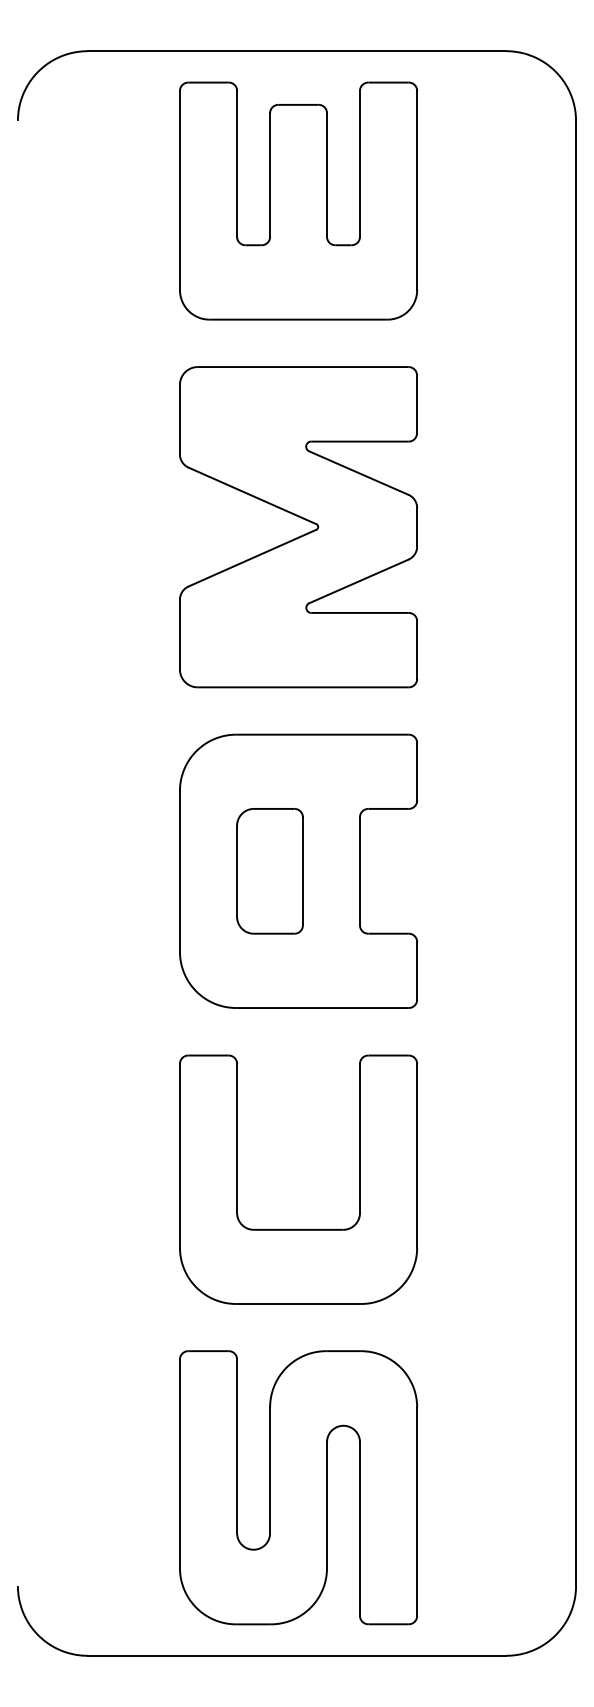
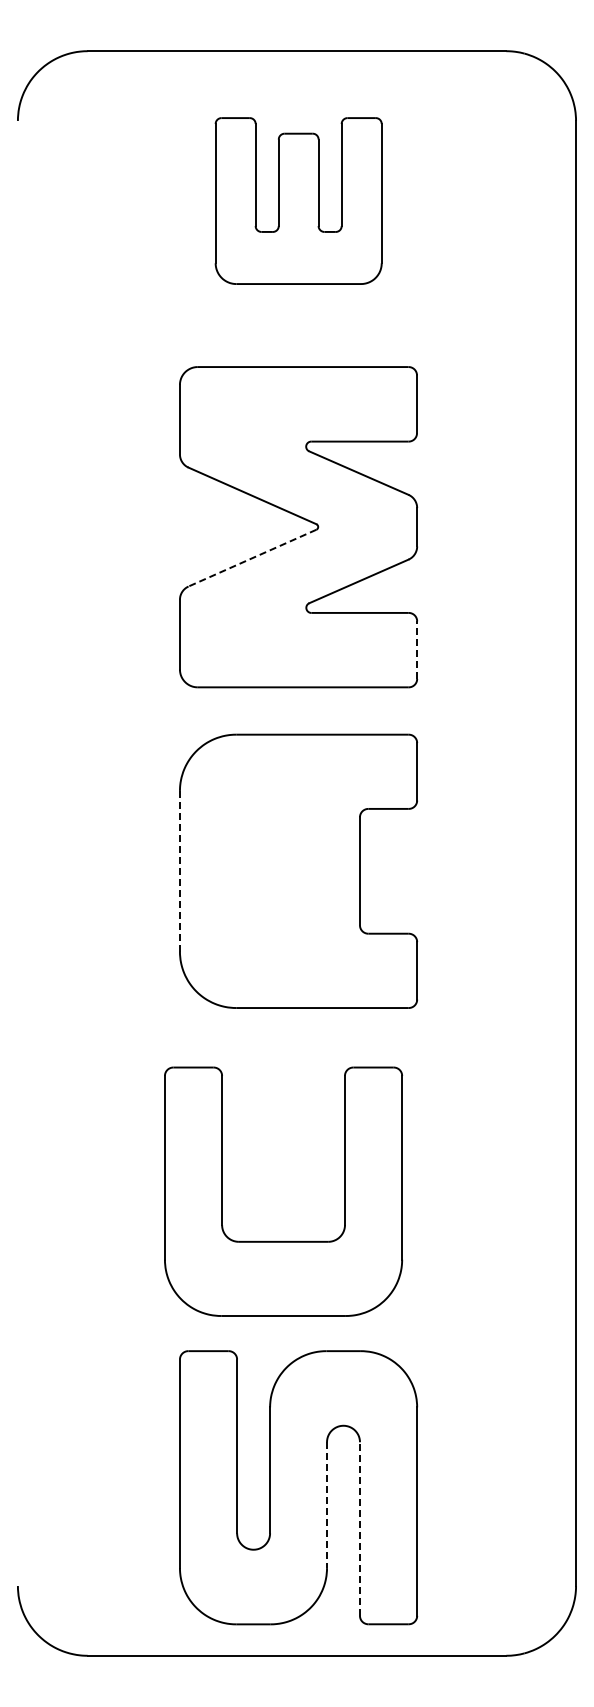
part at (298, 200) size: 240x240 px -> 169x168 px
line at (252, 558): solid -> dashed
line at (417, 650): solid -> dashed
line at (179, 870): solid -> dashed
part at (269, 871): present -> none
part at (298, 1228) position: (298, 1228) -> (283, 1240)
line at (327, 1505): solid -> dashed
line at (359, 1529): solid -> dashed
